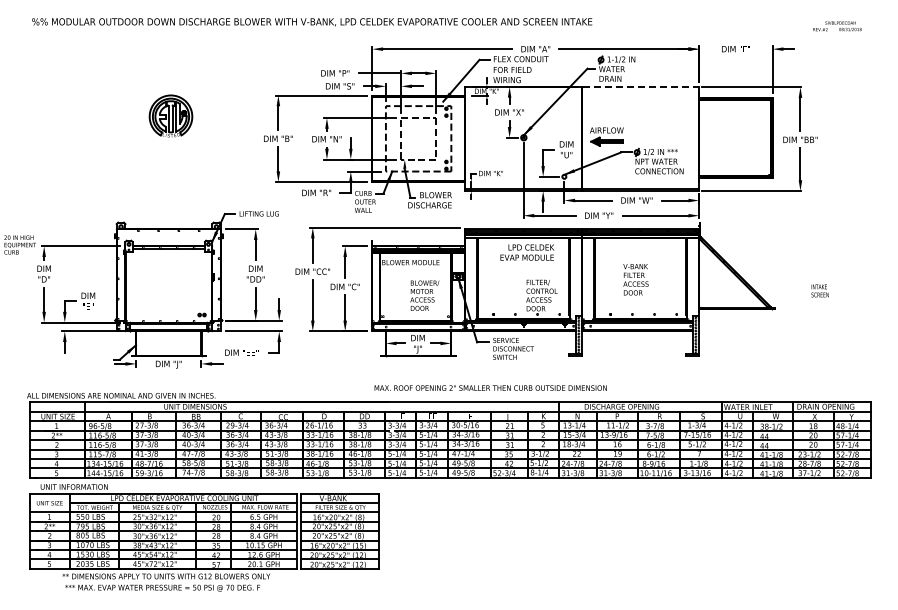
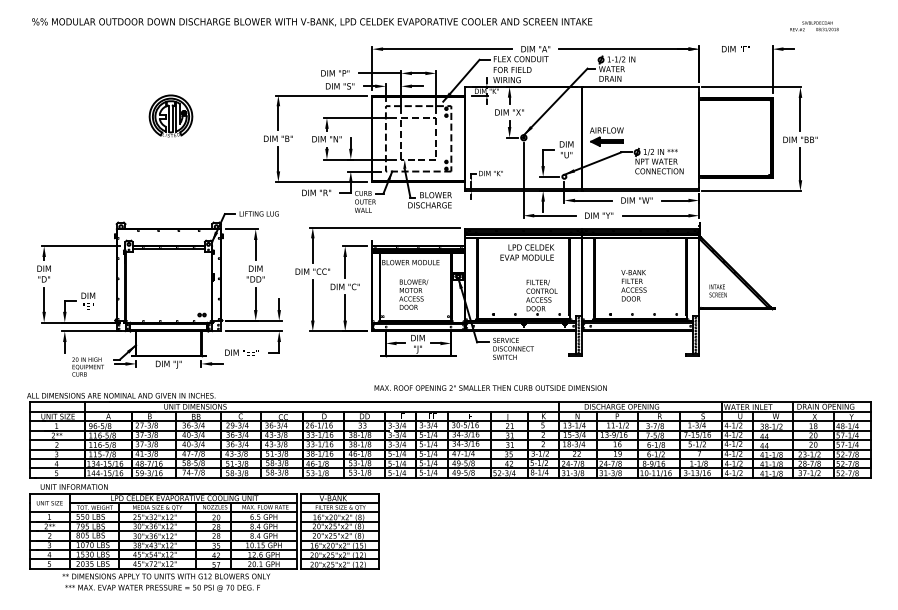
text at (837, 26) position: (837, 26) -> (814, 26)
line at (641, 86): dashed -> solid
text at (19, 244) position: (19, 244) -> (87, 366)
text at (635, 279) position: (635, 279) -> (633, 285)
text at (819, 290) position: (819, 290) -> (717, 290)
text at (424, 295) position: (424, 295) -> (413, 294)
